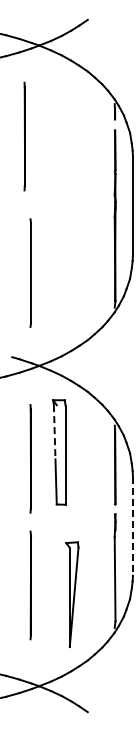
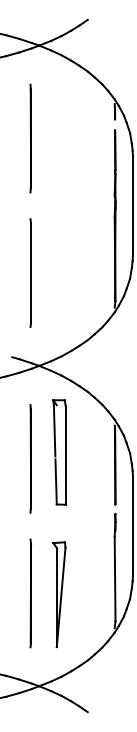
line at (24, 136) position: (24, 136) -> (30, 138)
line at (54, 430): dashed -> solid
line at (132, 526): dashed -> solid
line at (30, 585) position: (30, 585) -> (30, 593)
part at (72, 594) position: (72, 594) -> (59, 594)
